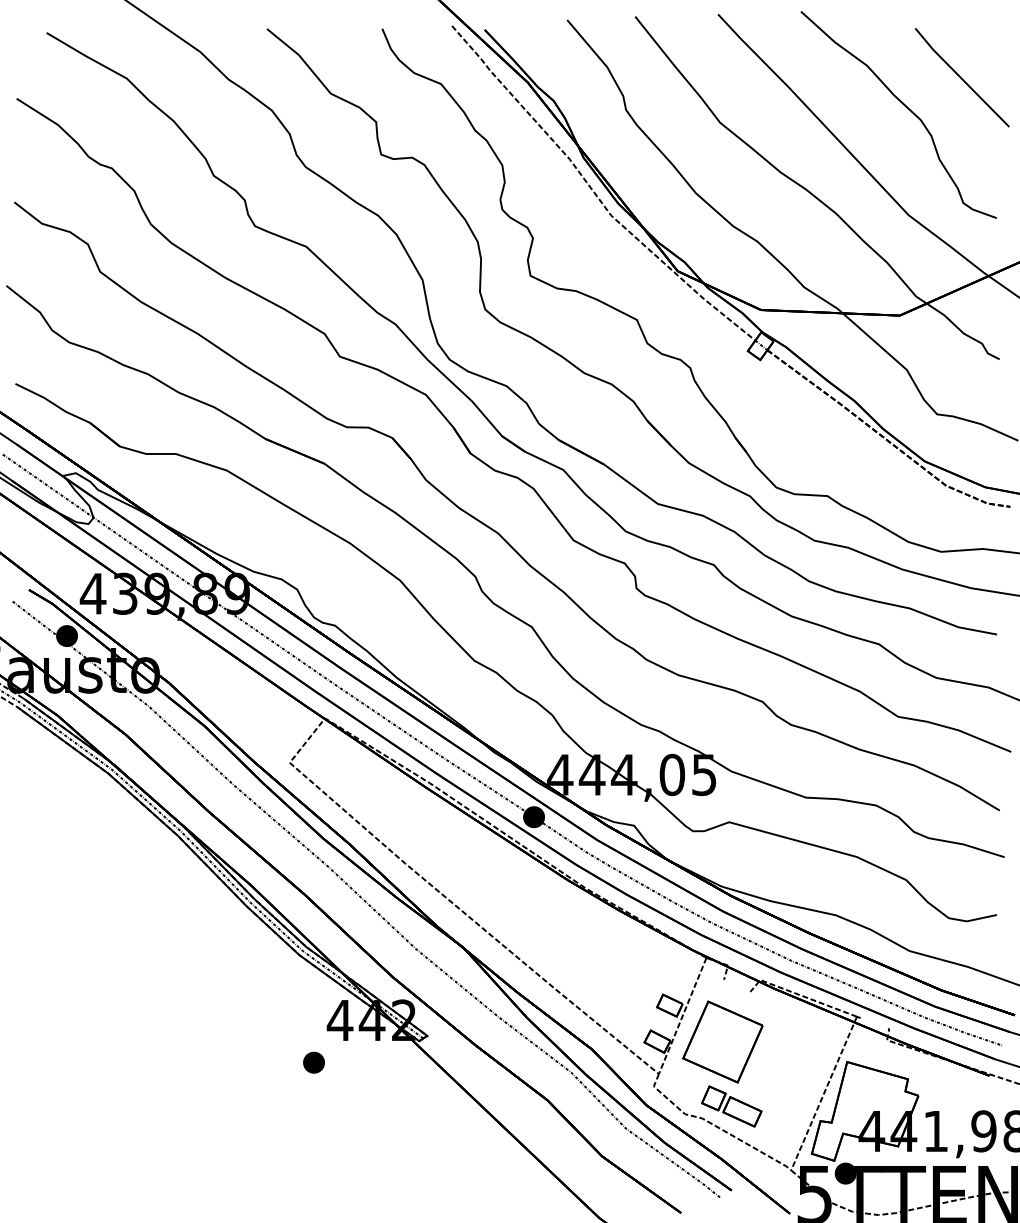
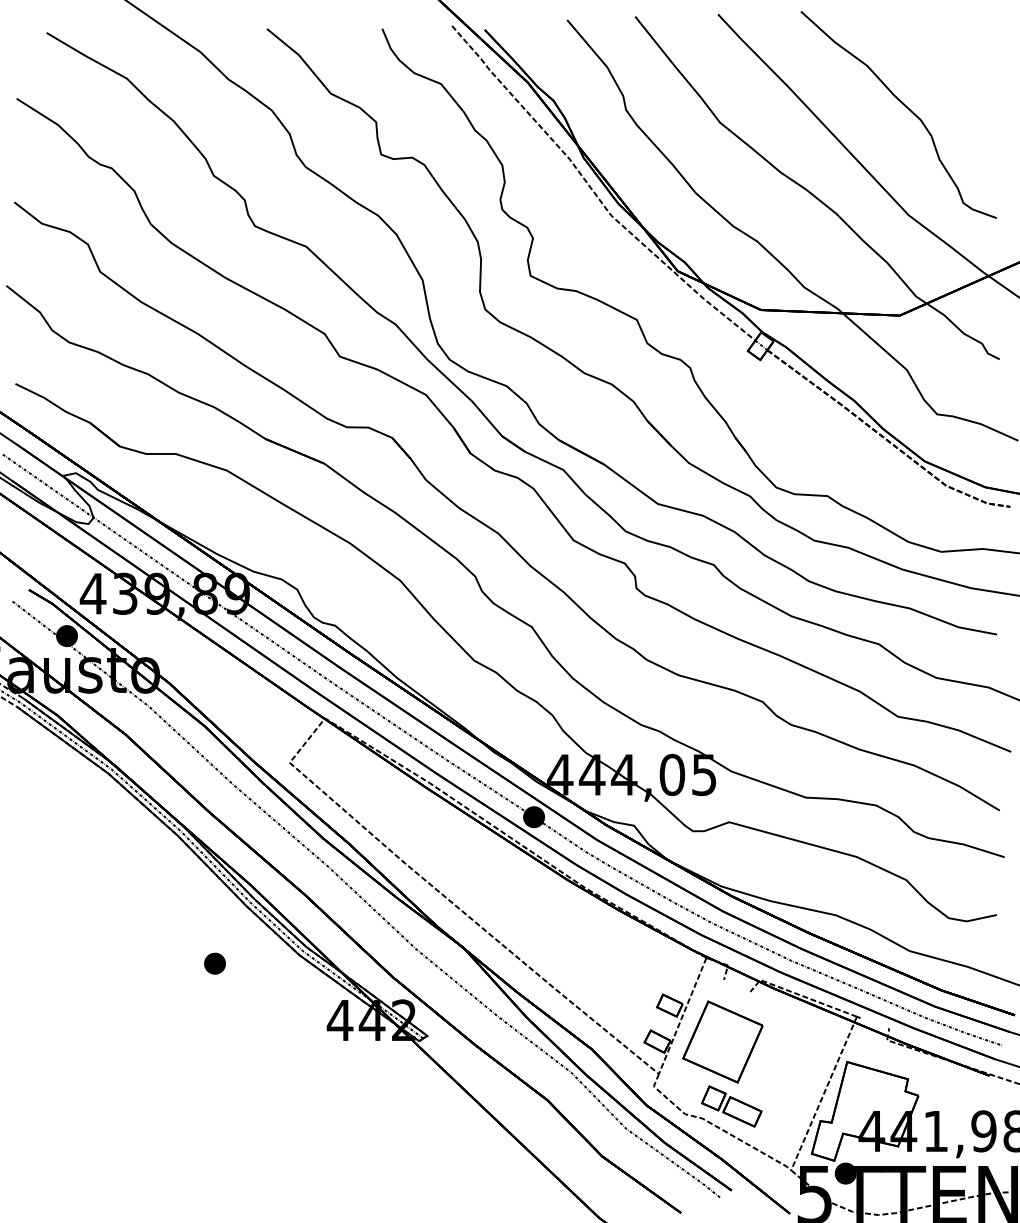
line at (961, 77): present -> none
part at (313, 1062) position: (313, 1062) -> (214, 963)
